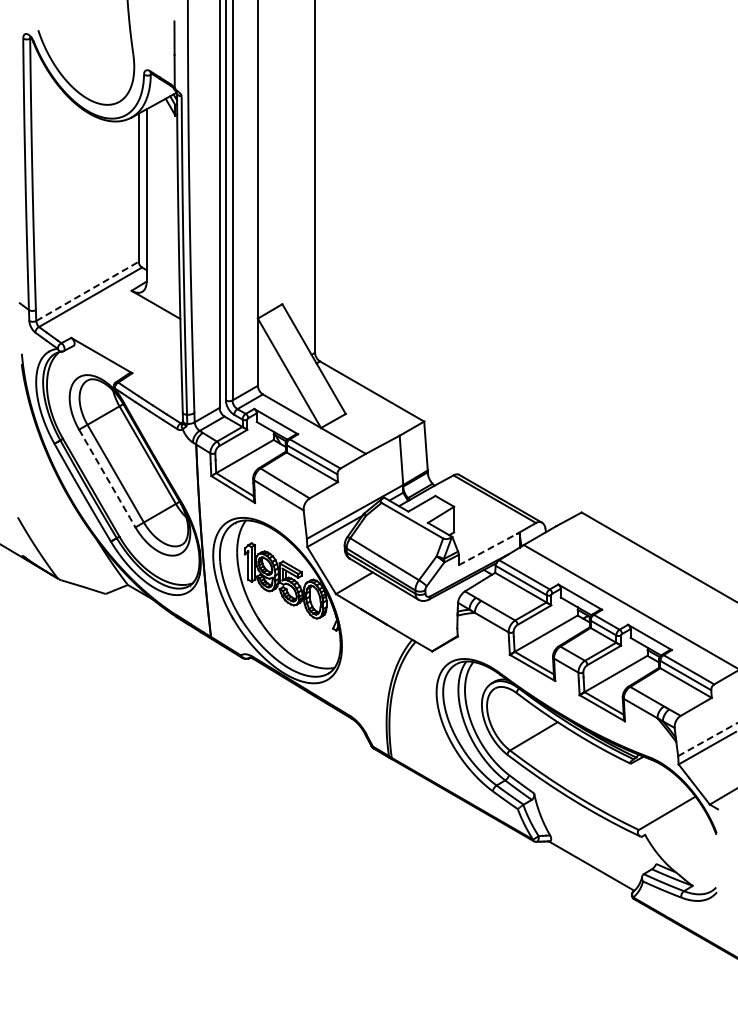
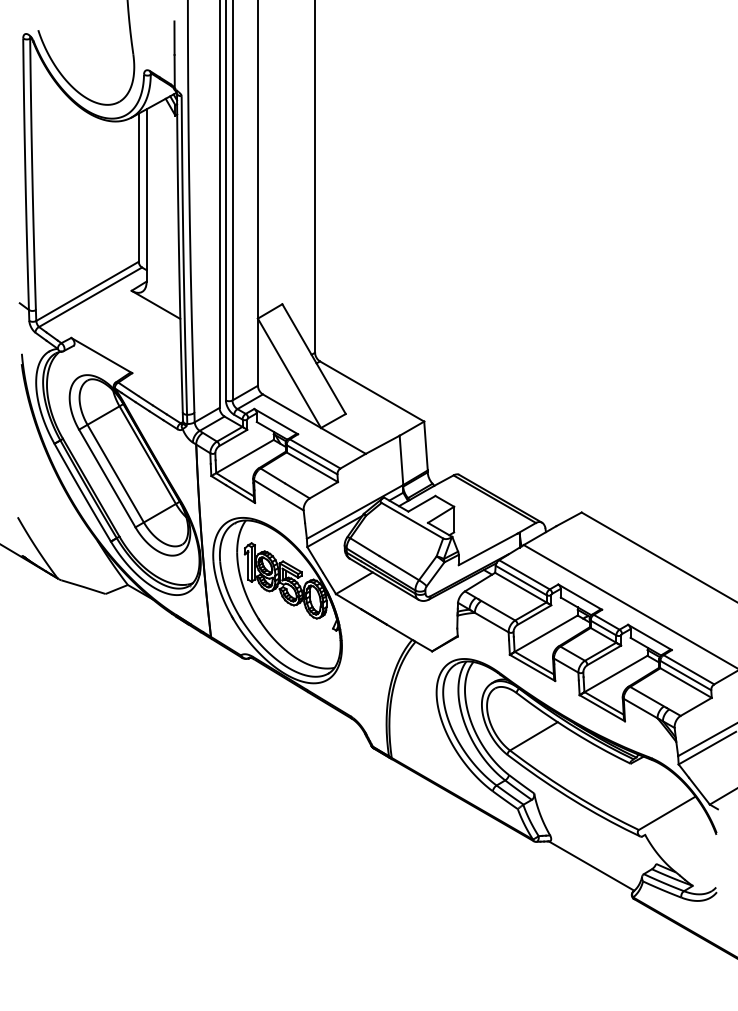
line at (87, 291): dashed -> solid
line at (107, 478): dashed -> solid
line at (488, 549): dashed -> solid
line at (707, 739): dashed -> solid
